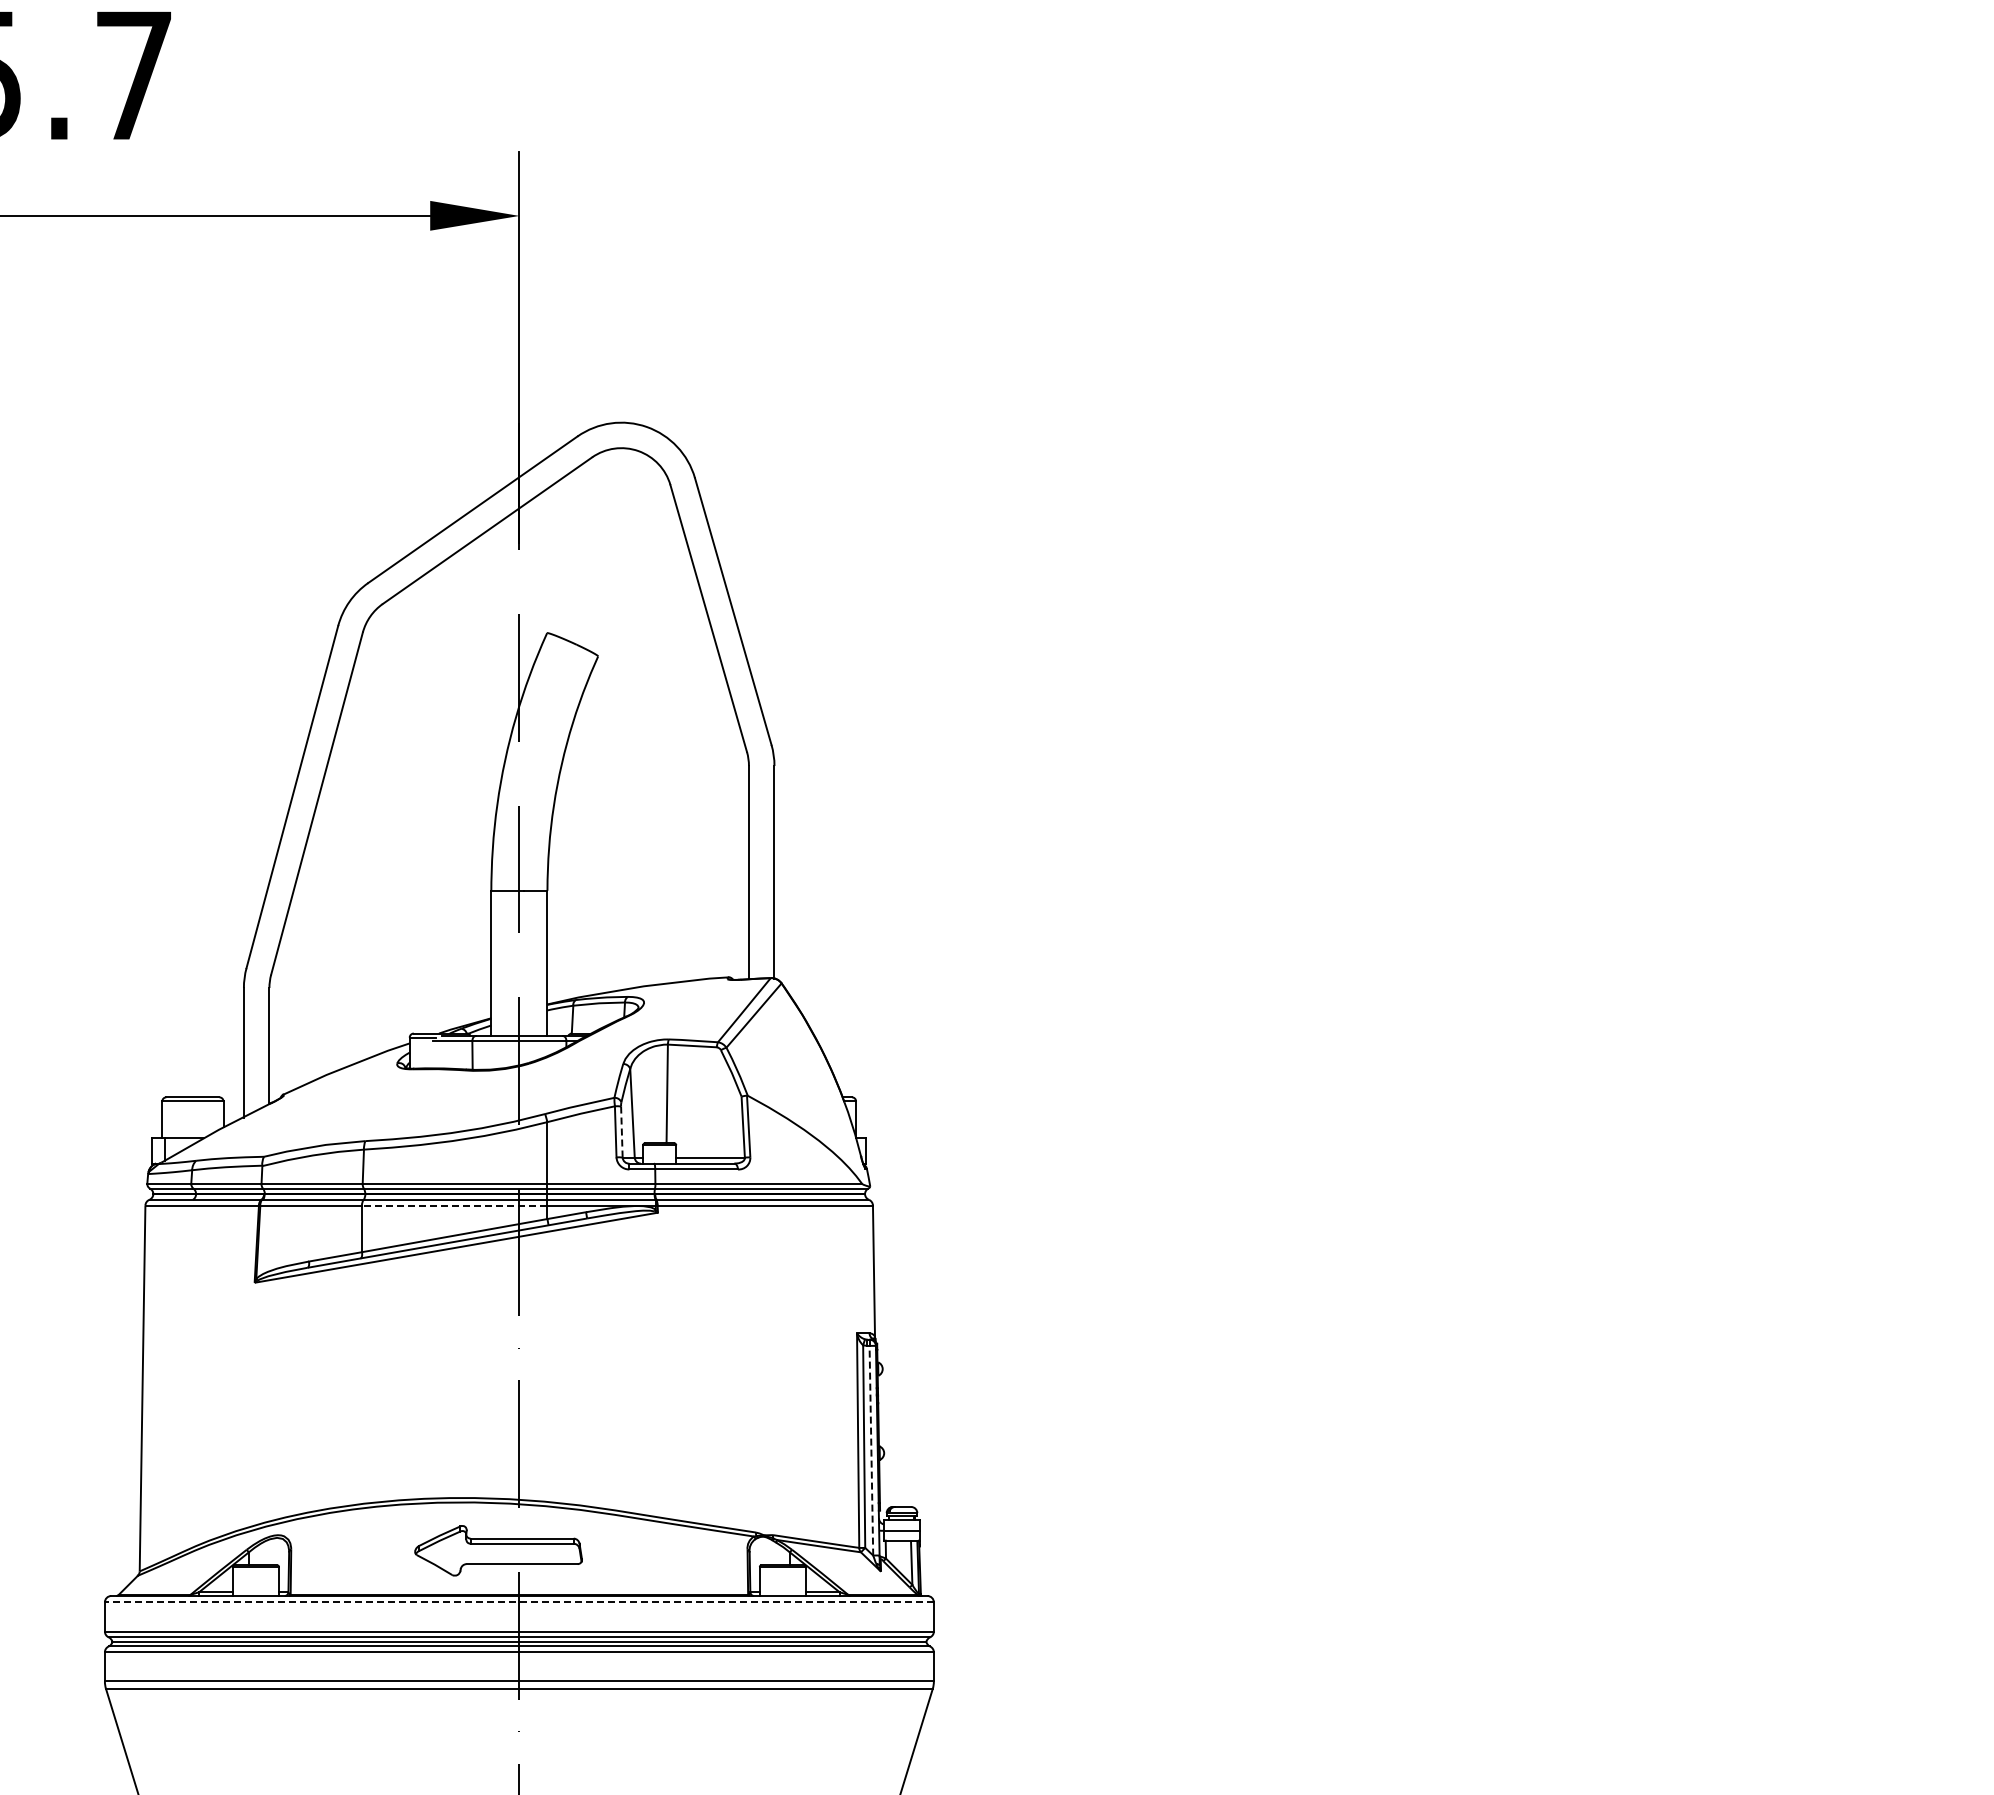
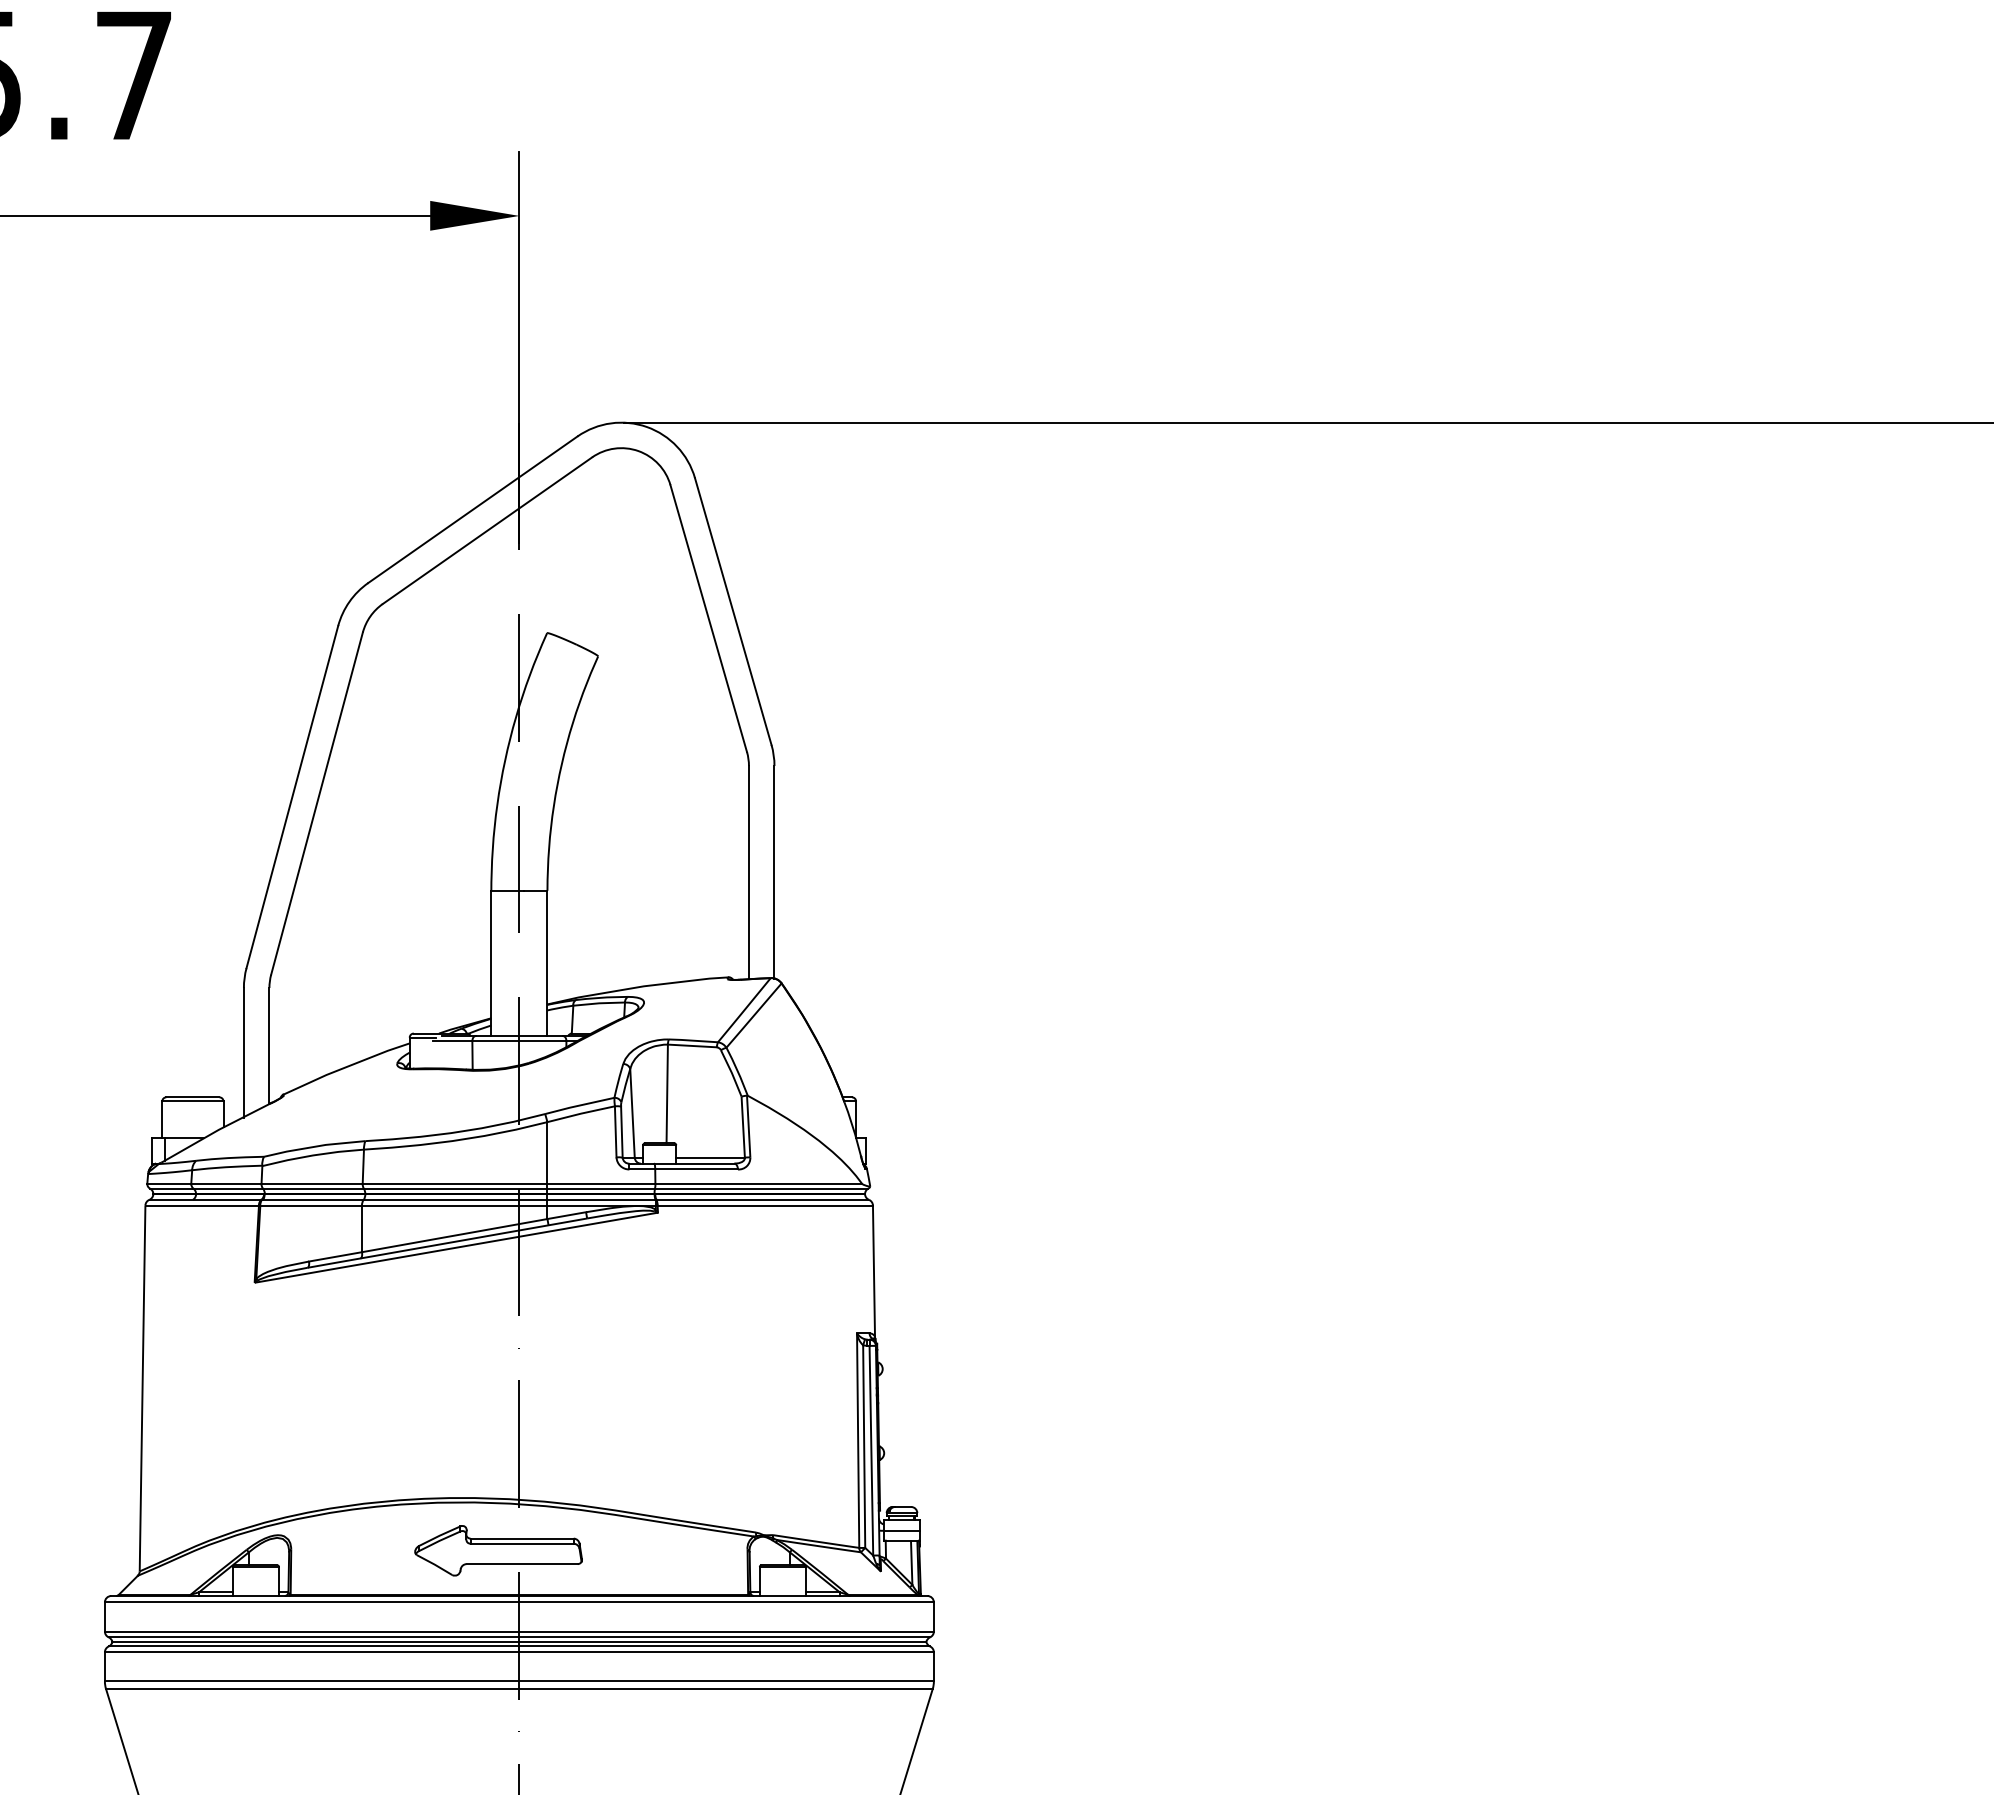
line at (1306, 422): none -> present
line at (621, 1132): dashed -> solid
line at (454, 1205): dashed -> solid
line at (871, 1450): dashed -> solid
line at (518, 1602): dashed -> solid
